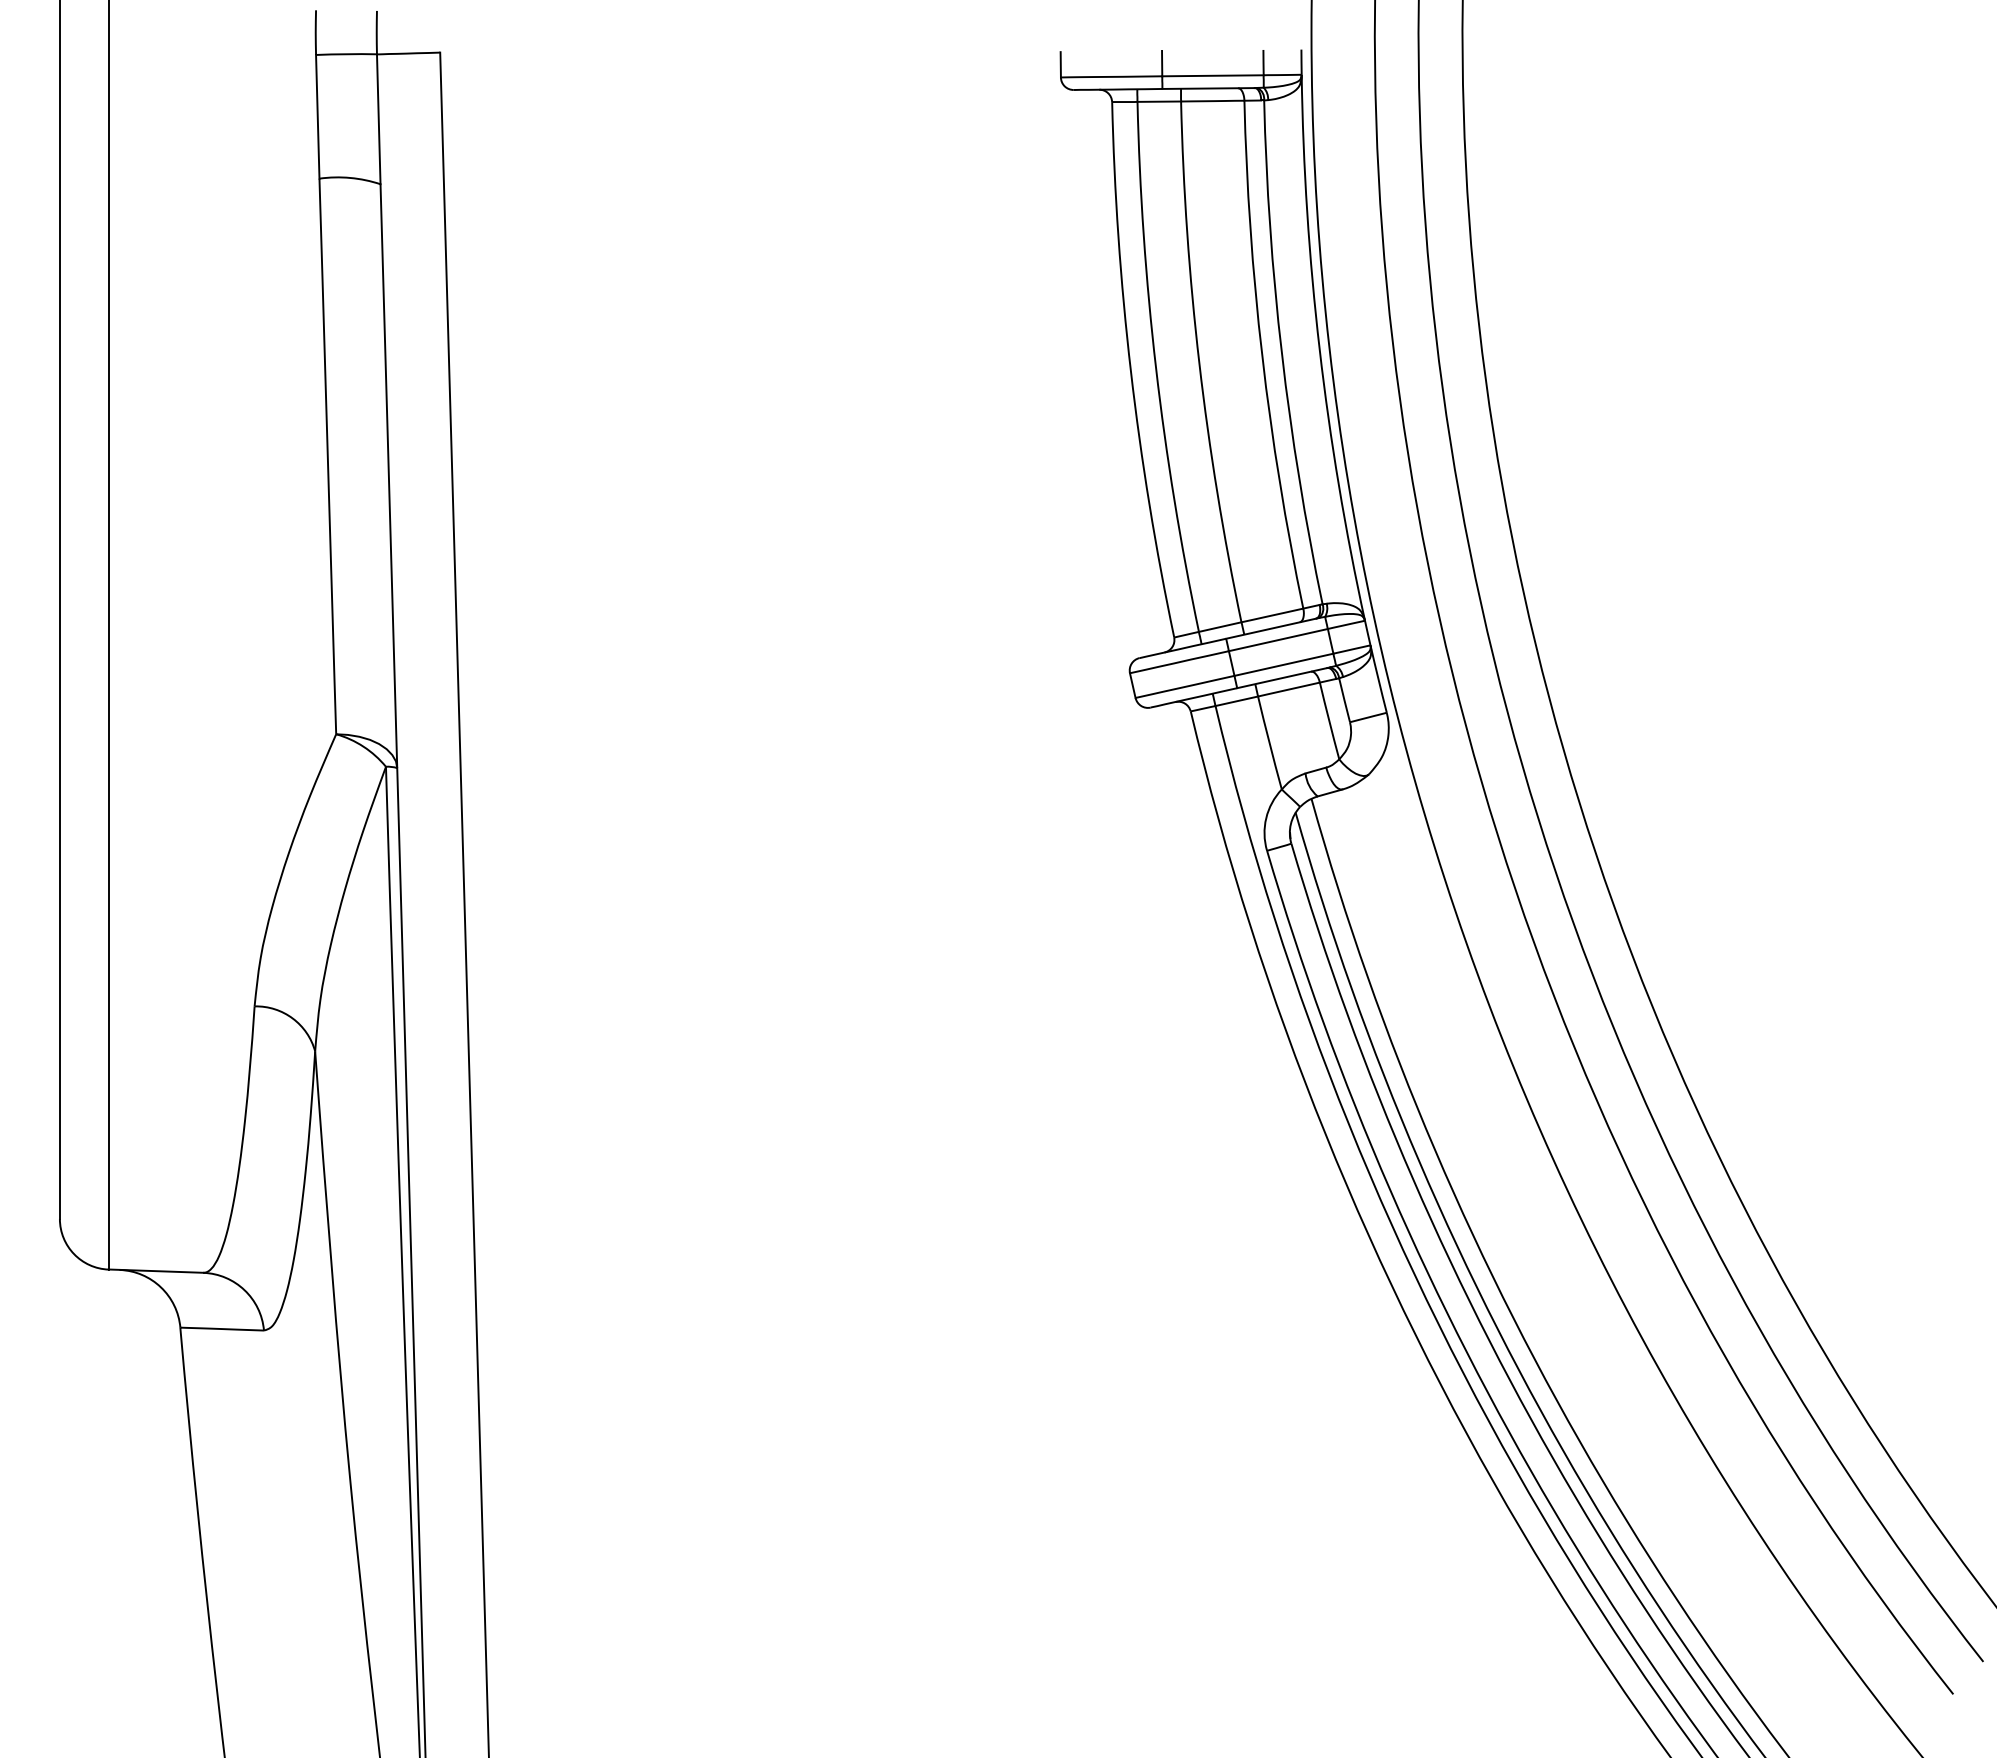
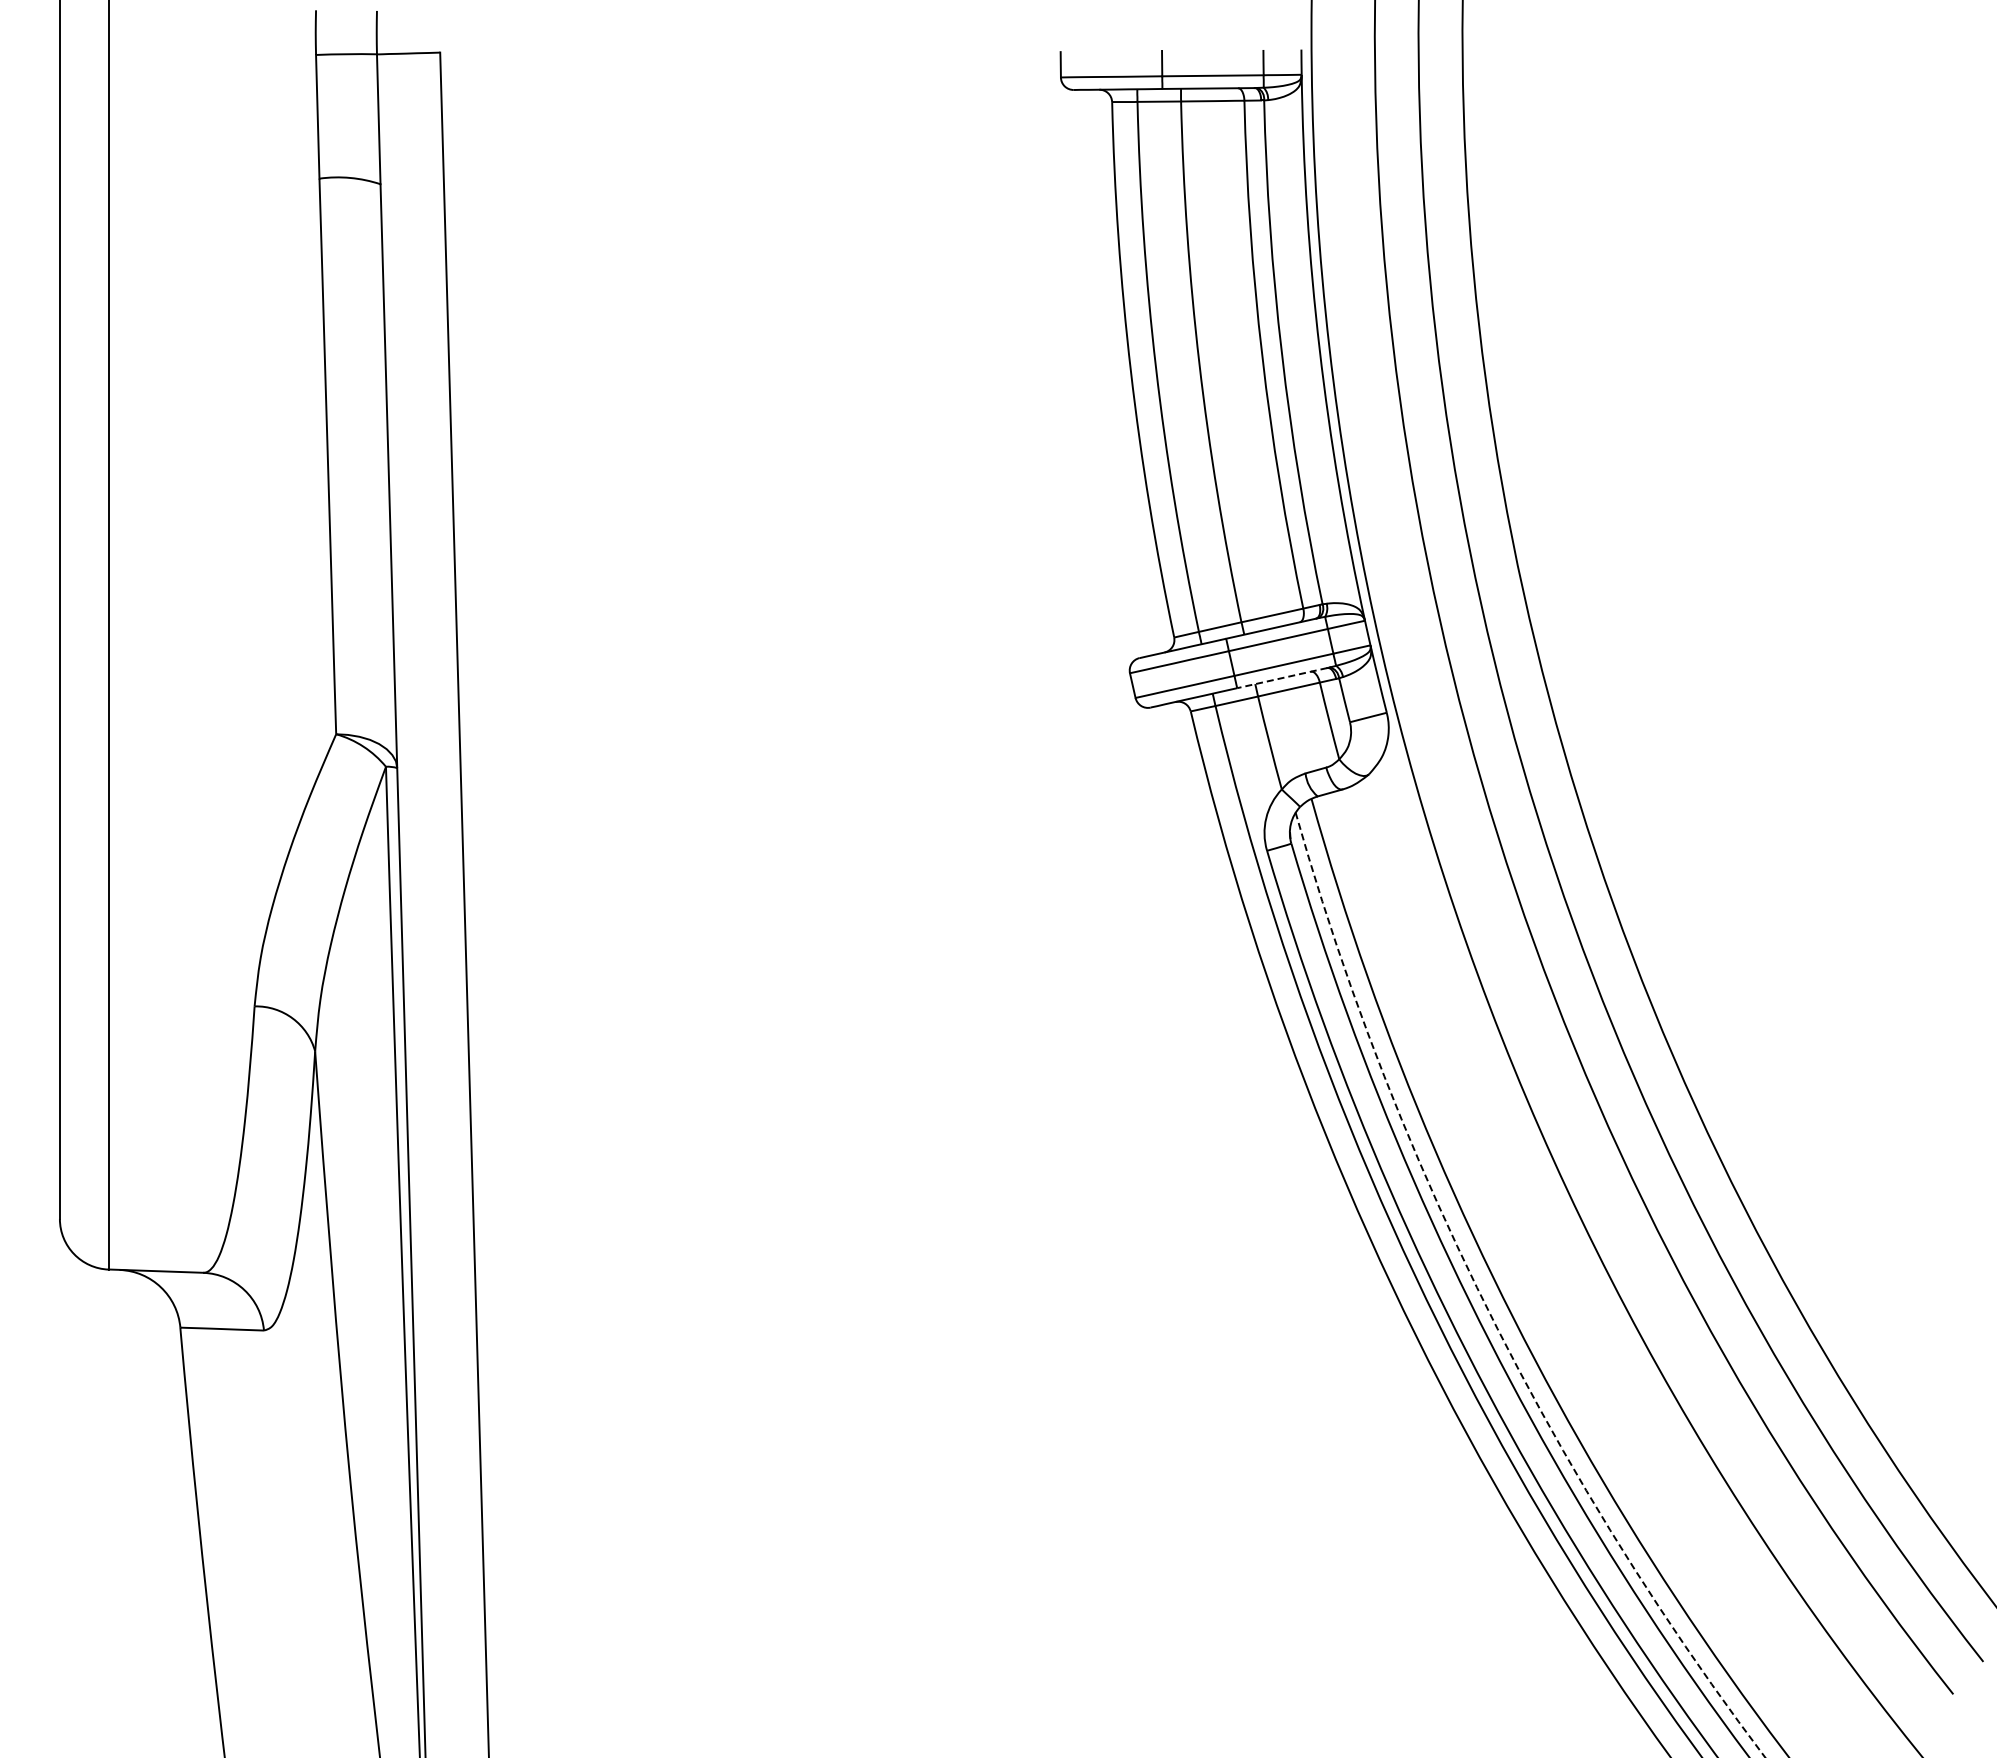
line at (1281, 678): solid -> dashed
arc at (1487, 1307): solid -> dashed
